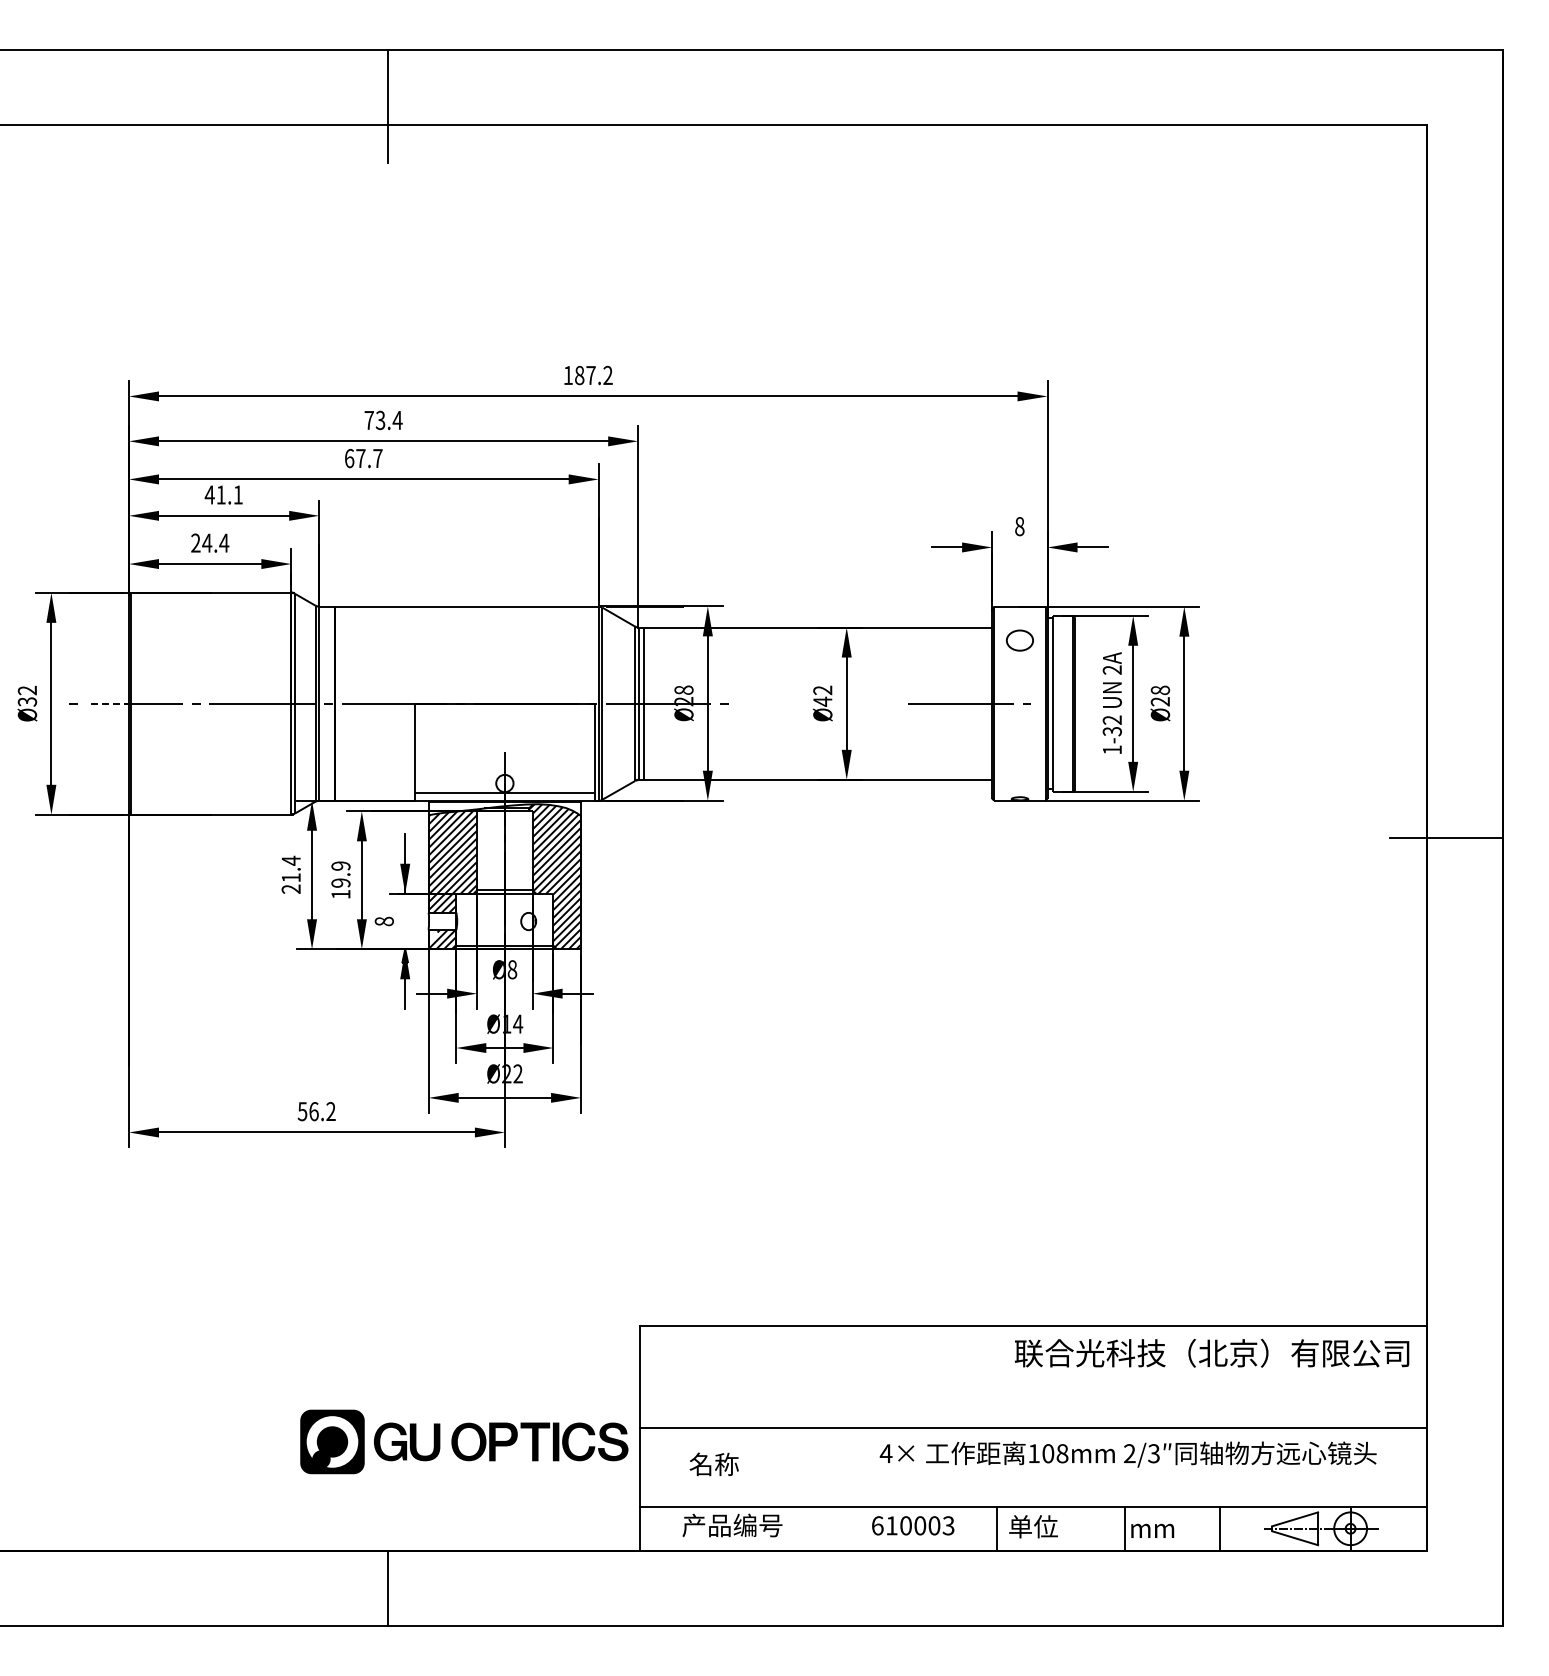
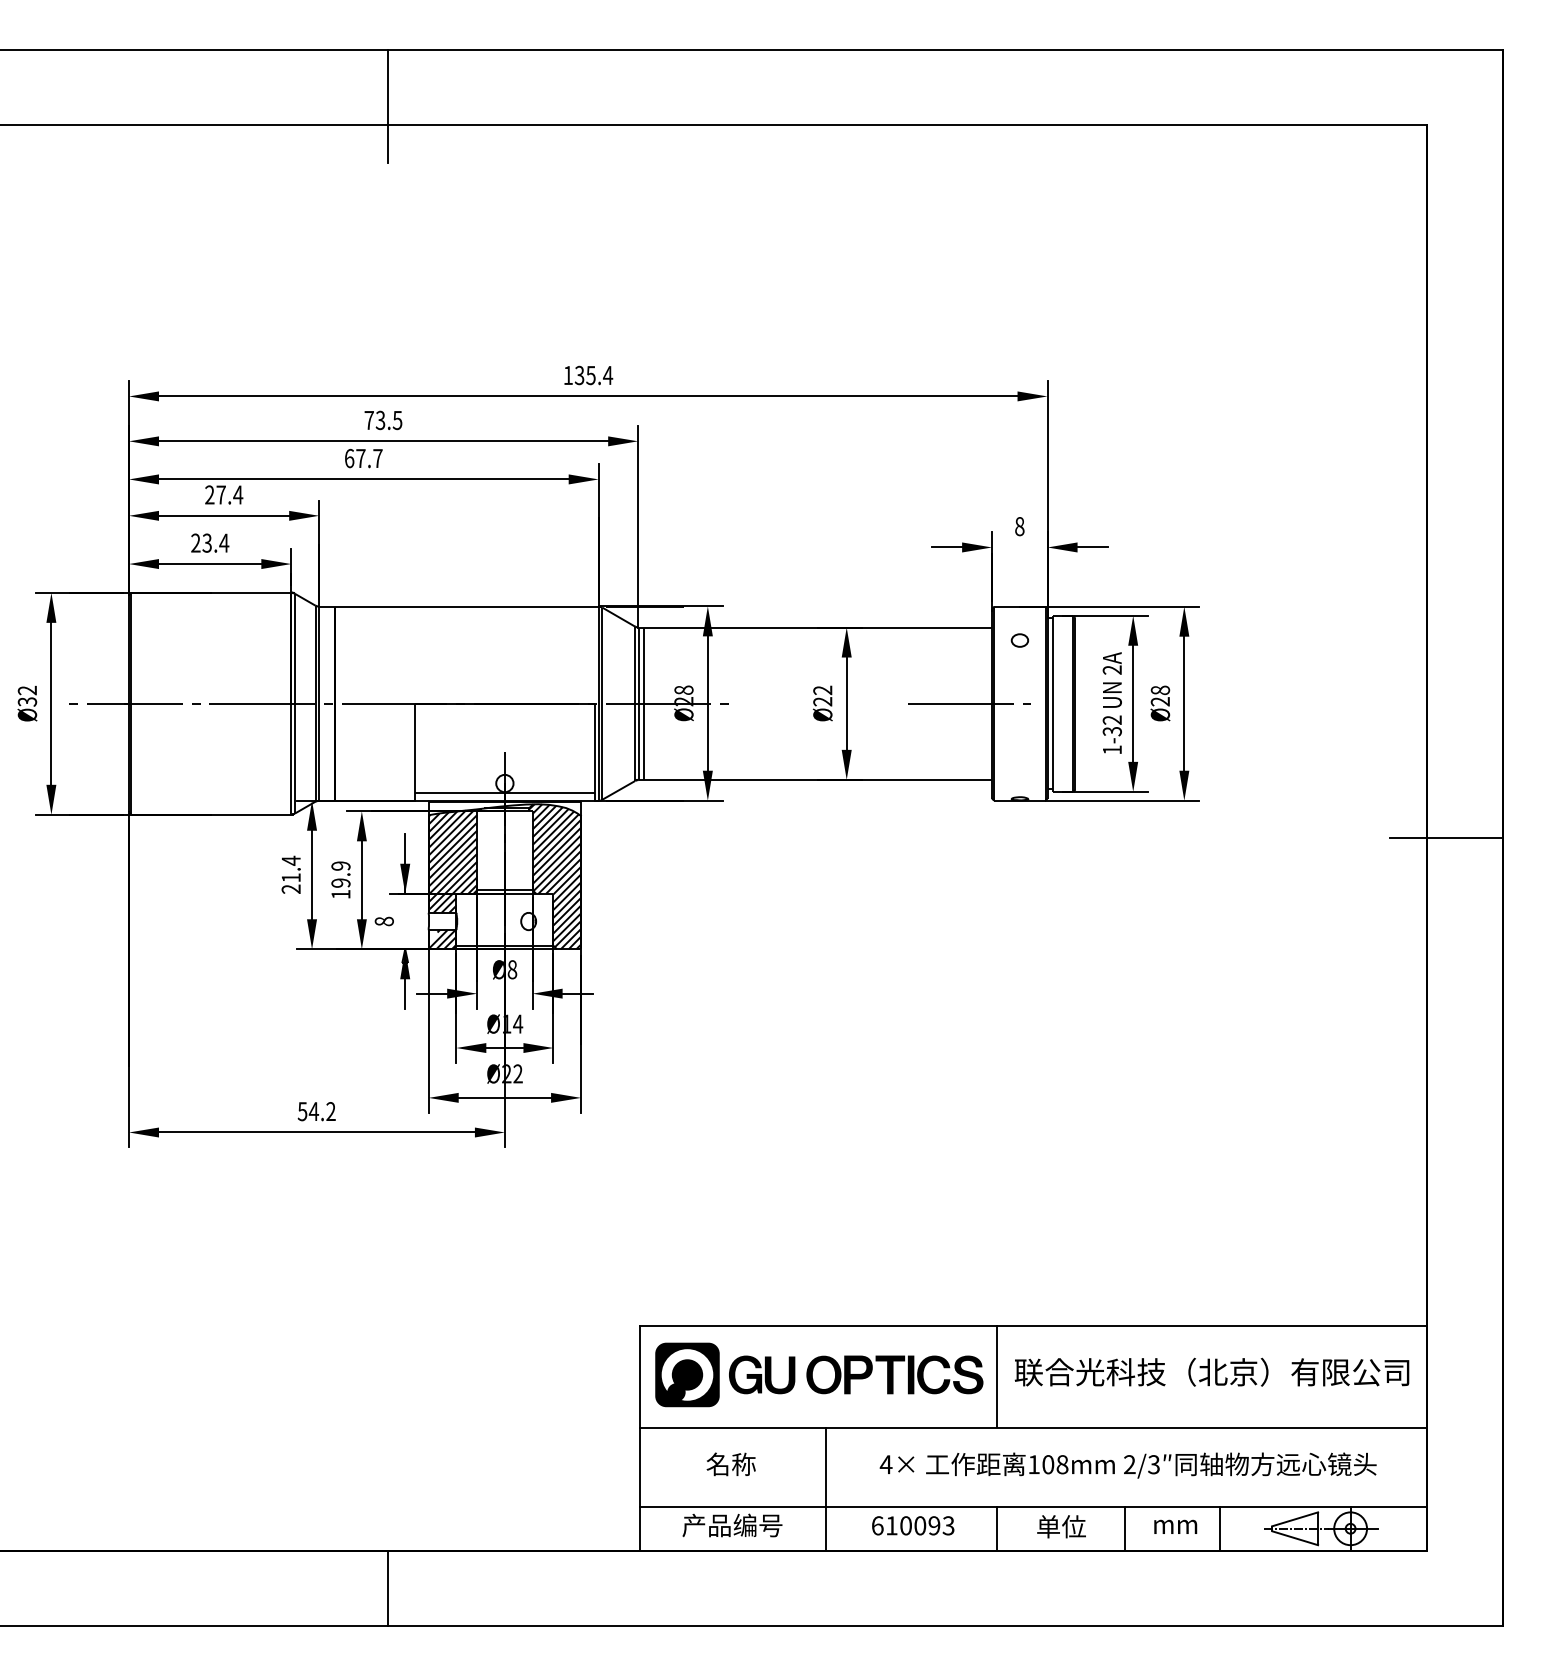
text at (593, 375): 187.2 -> 135.4
text at (397, 420): 73.4 -> 73.5
text at (223, 494): 41.1 -> 27.4
text at (207, 542): 24.4 -> 23.4
part at (1019, 640) size: 29x23 px -> 20x15 px
text at (822, 701): Ø42 -> Ø22
line at (108, 703): dashed -> solid
text at (313, 1111): 56.2 -> 54.2
text at (1211, 1352) position: (1211, 1352) -> (1211, 1371)
line at (997, 1376): none -> present
part at (464, 1441) position: (464, 1441) -> (819, 1374)
text at (1127, 1454) position: (1127, 1454) -> (1127, 1465)
text at (713, 1464) position: (713, 1464) -> (730, 1464)
line at (825, 1489): none -> present
text at (934, 1525): 610003 -> 610093
text at (1033, 1526) position: (1033, 1526) -> (1061, 1526)
text at (1152, 1530) position: (1152, 1530) -> (1175, 1526)
